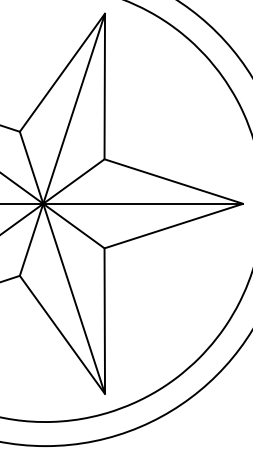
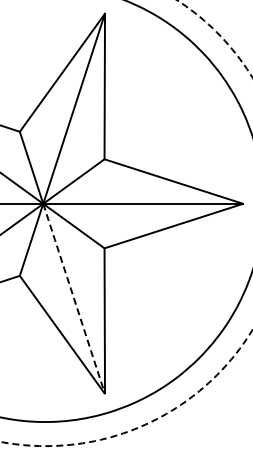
circle at (126, 223): solid -> dashed
line at (74, 298): solid -> dashed
